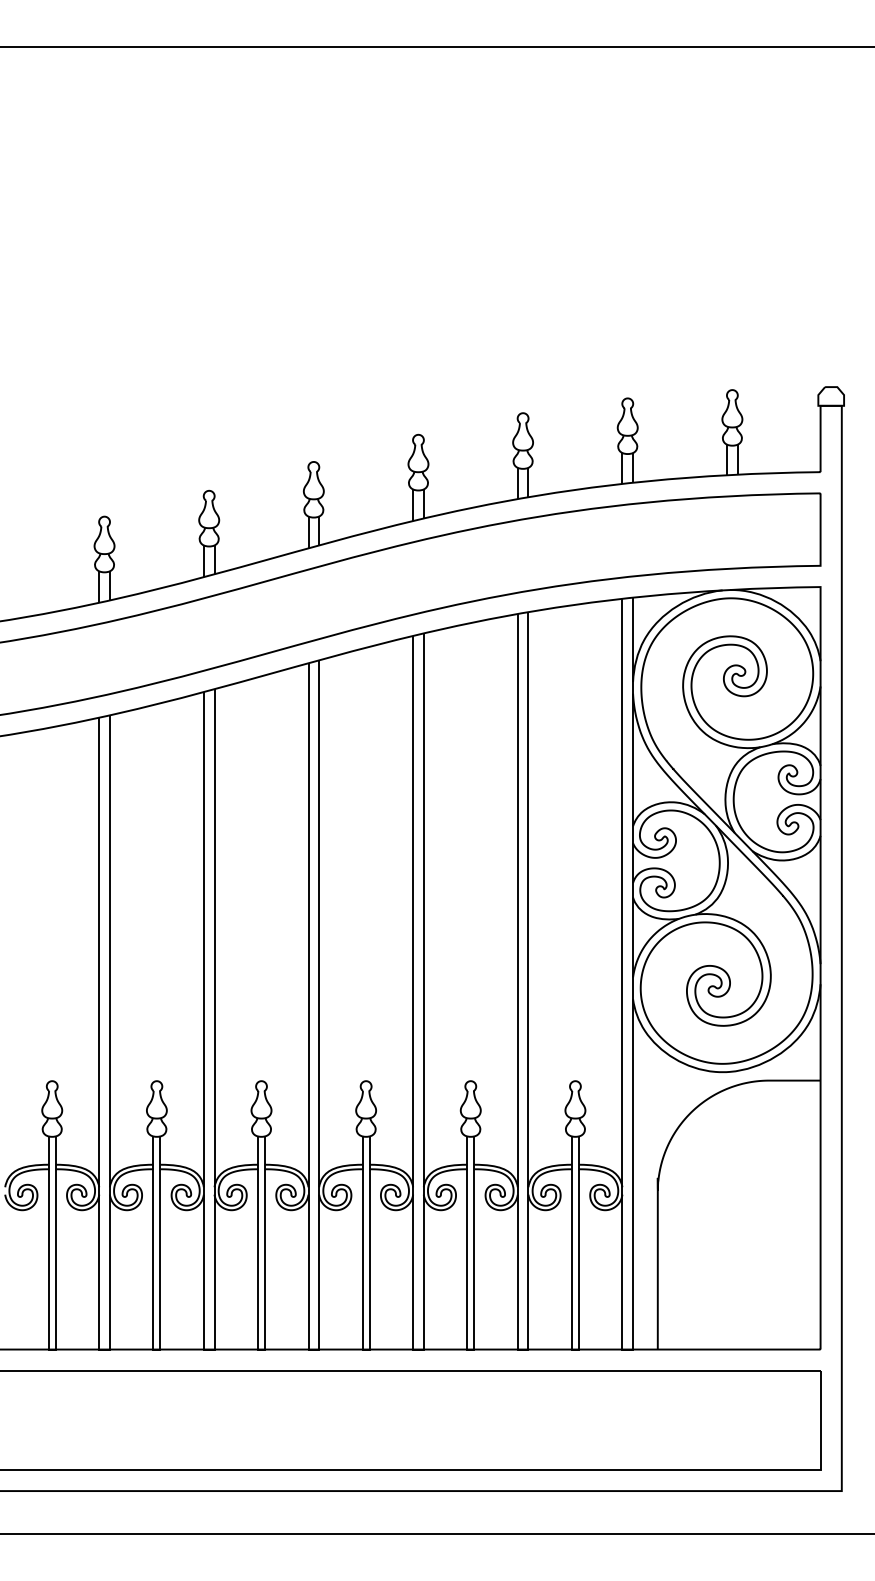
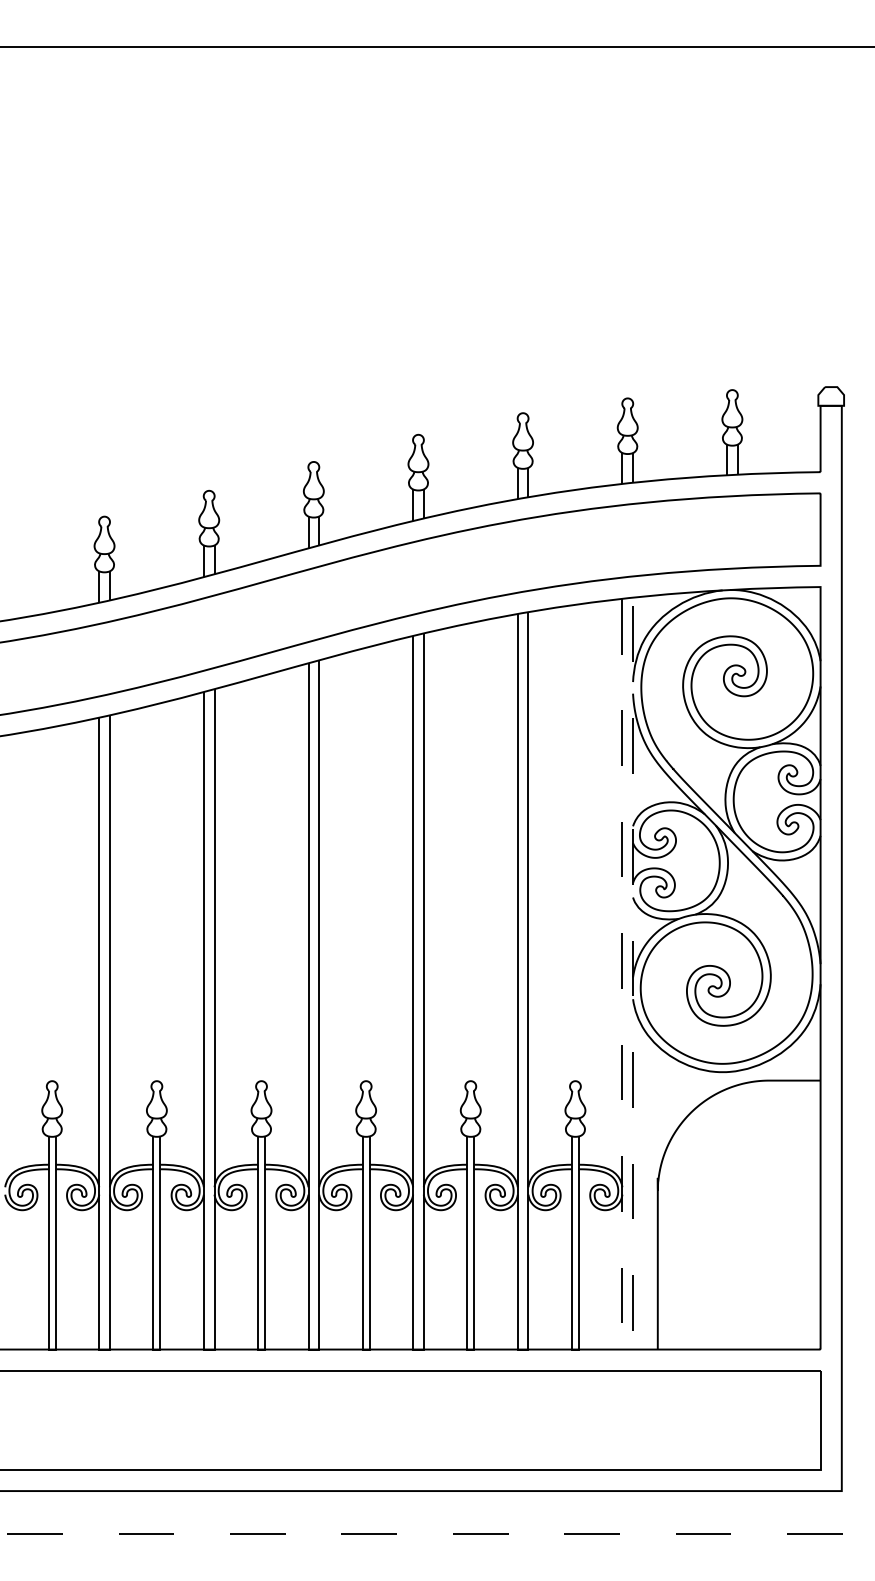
line at (628, 1349): solid -> dashed
line at (437, 1533): solid -> dashed
